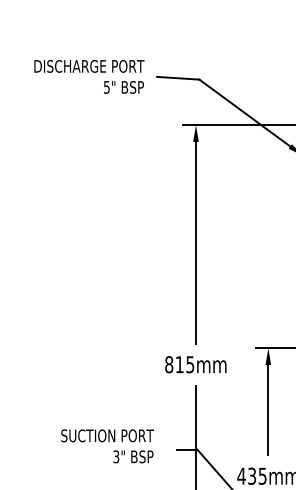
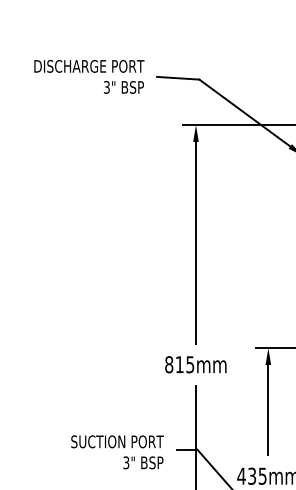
text at (106, 86): 5" -> 3"
text at (107, 446) position: (107, 446) -> (117, 452)
